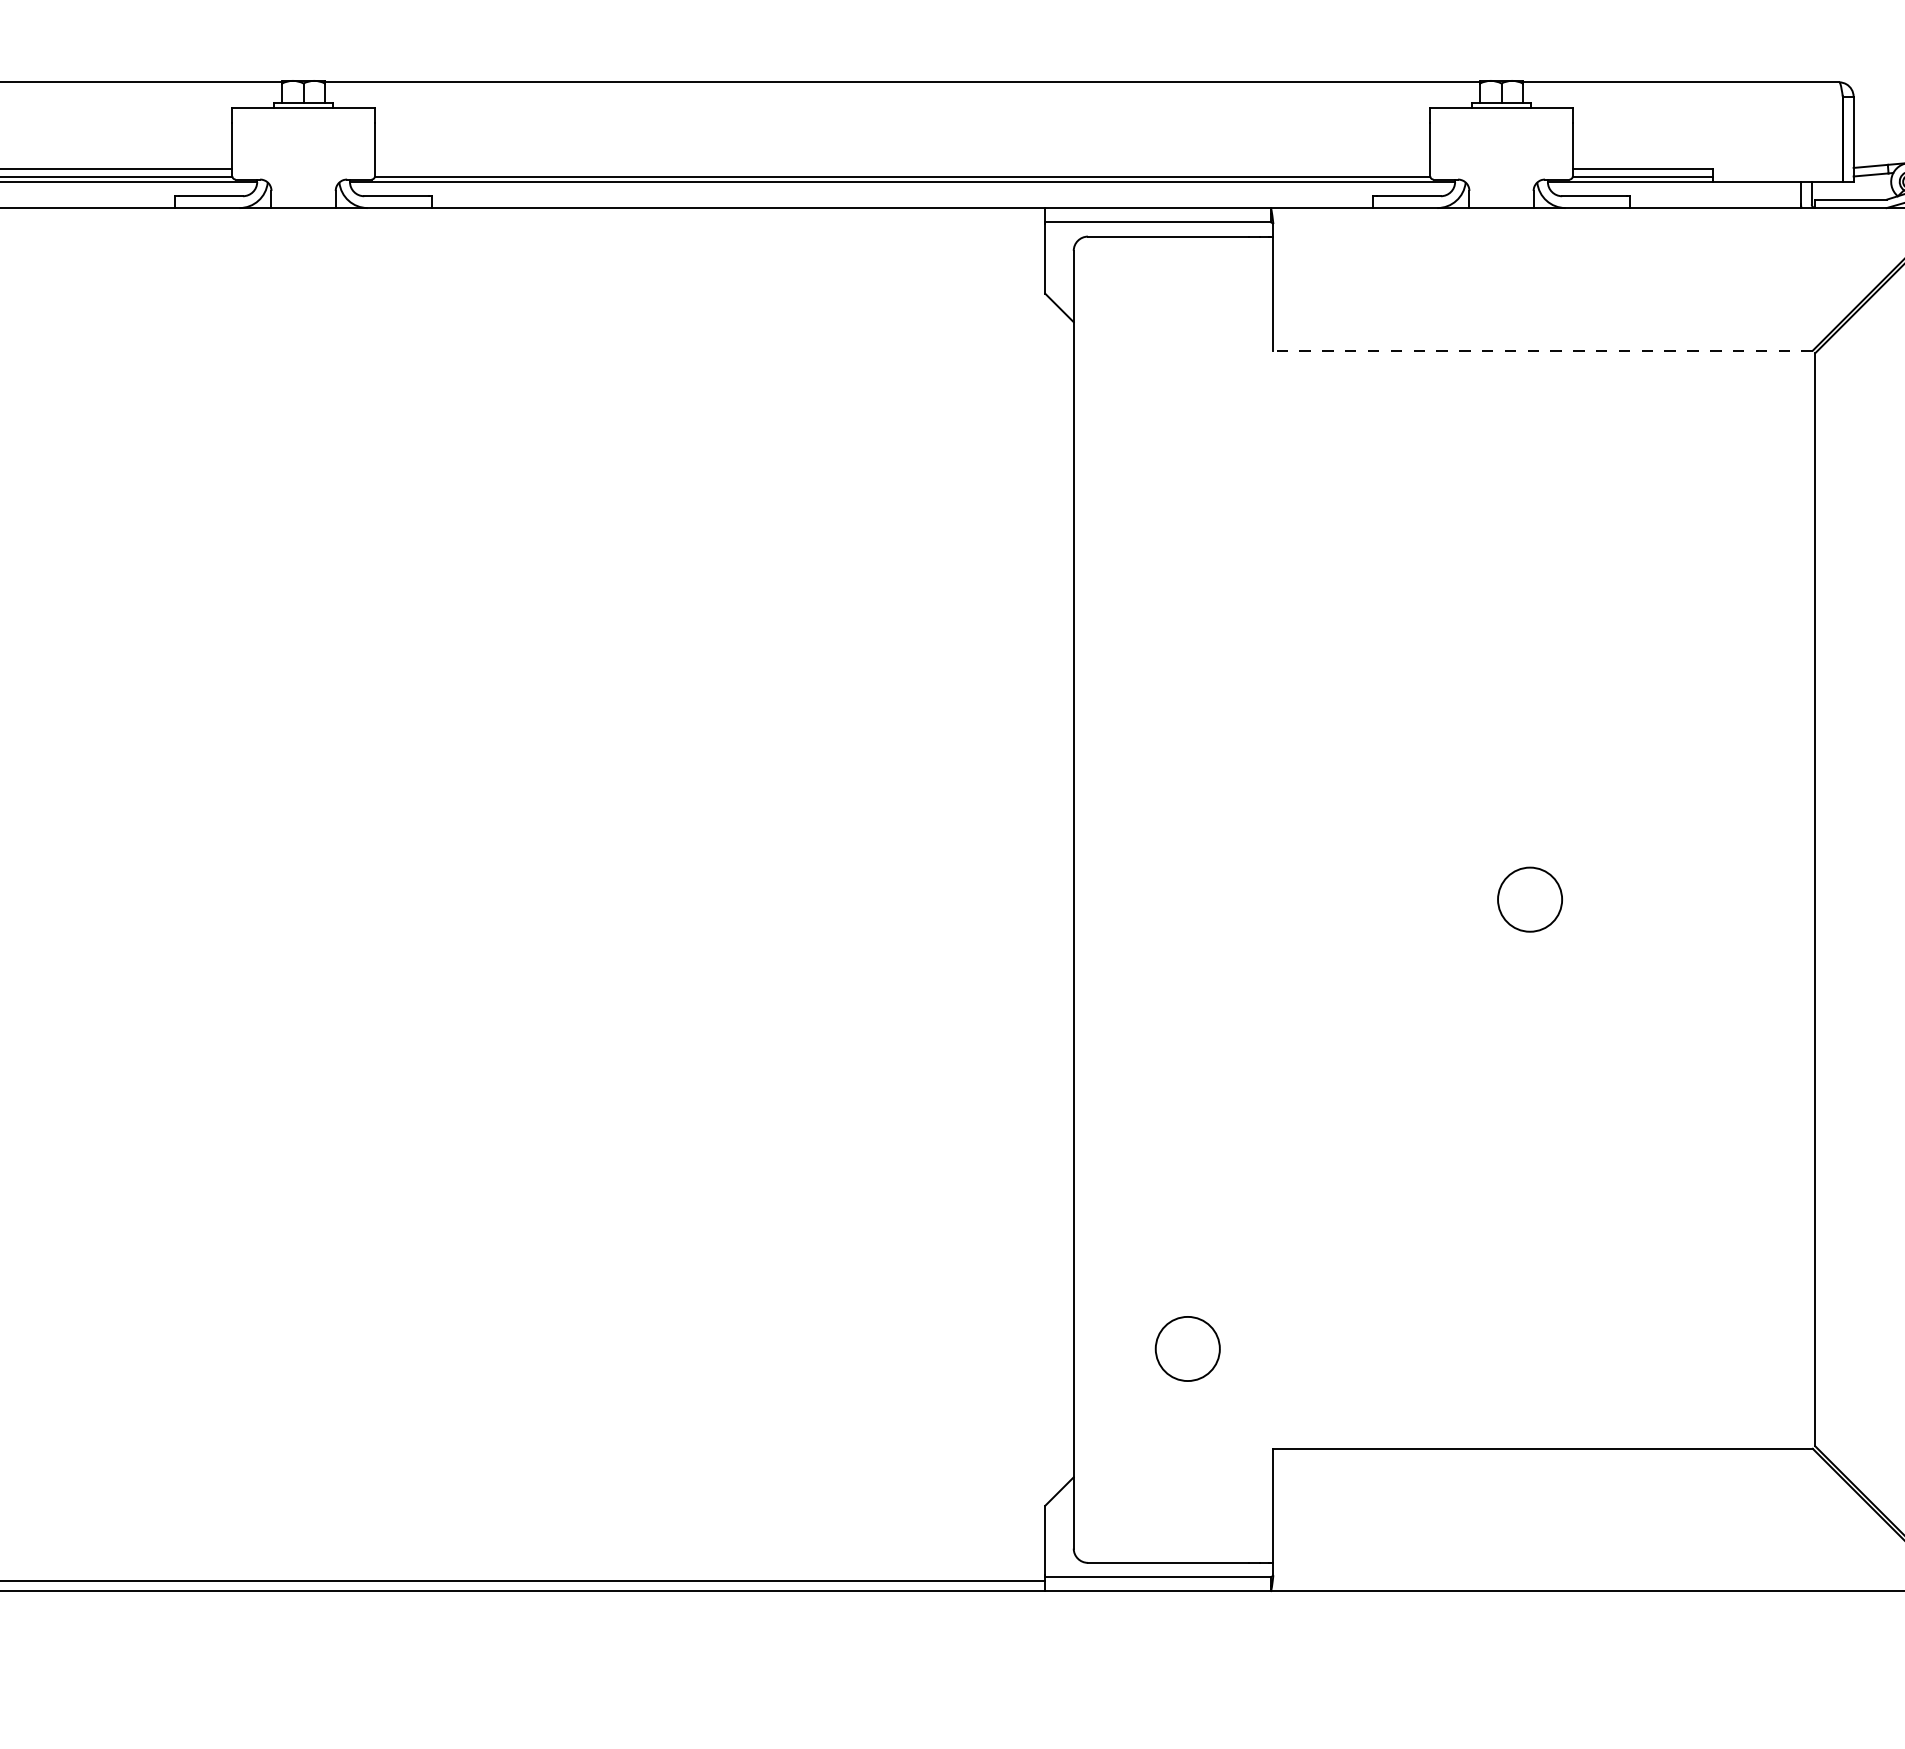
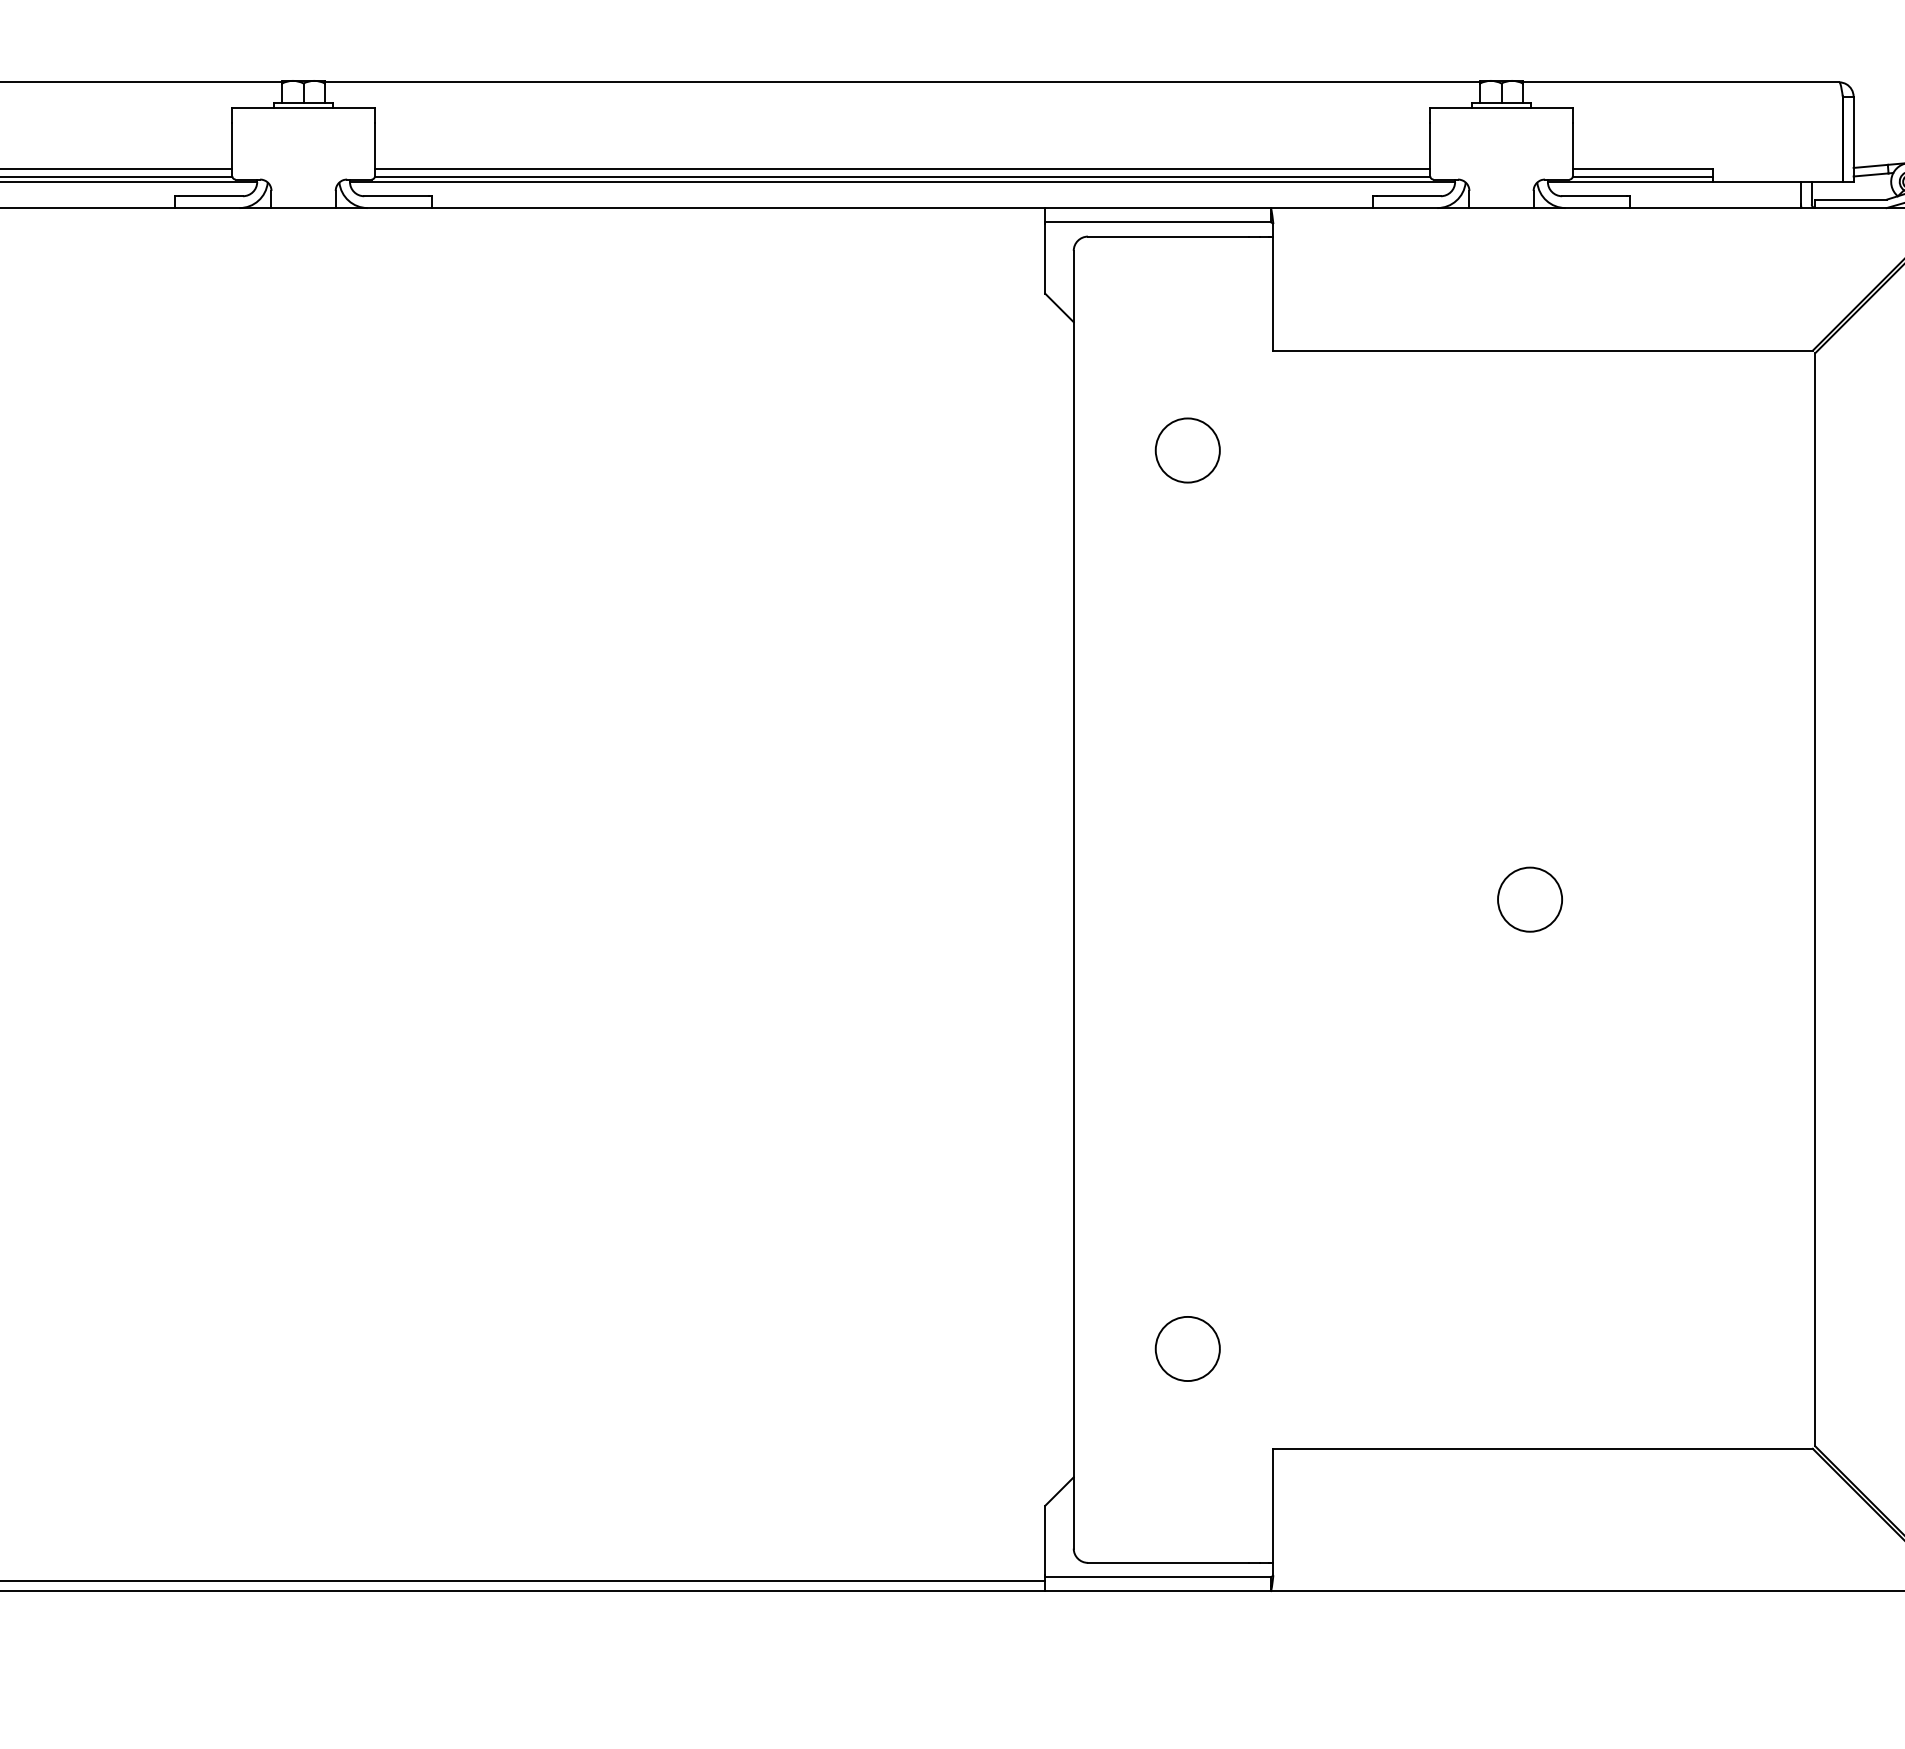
line at (902, 168): none -> present
line at (1543, 350): dashed -> solid
circle at (1187, 450): none -> present
